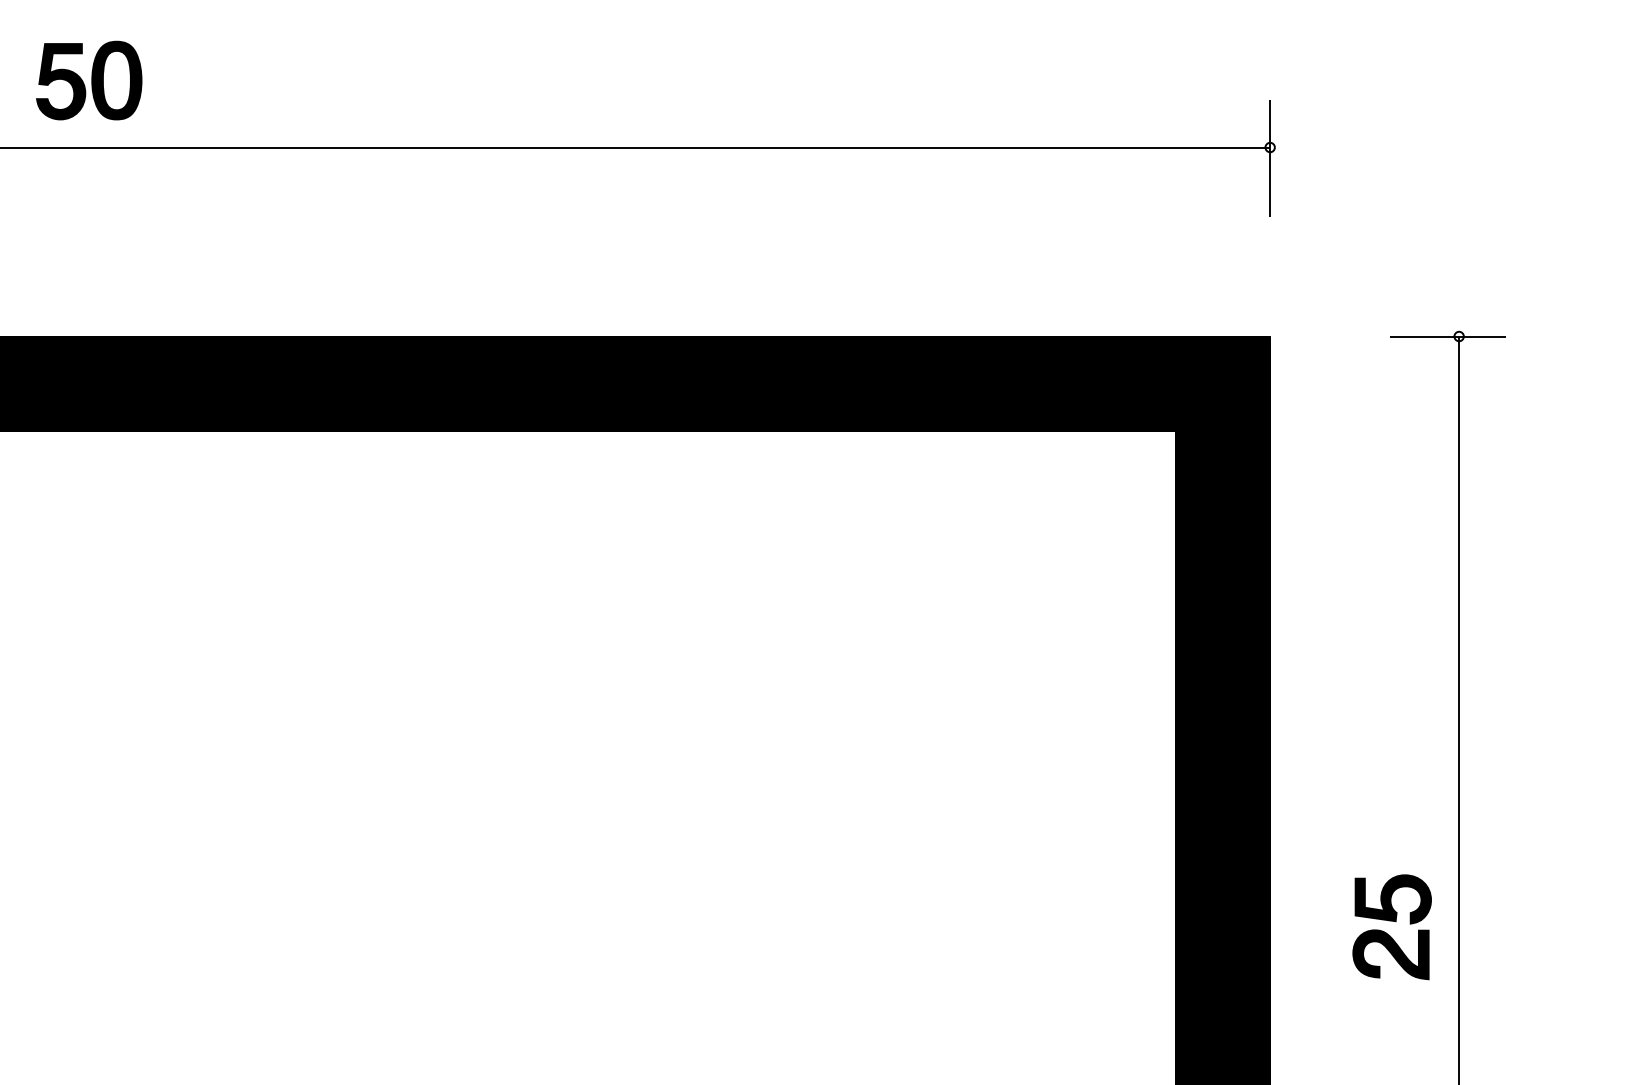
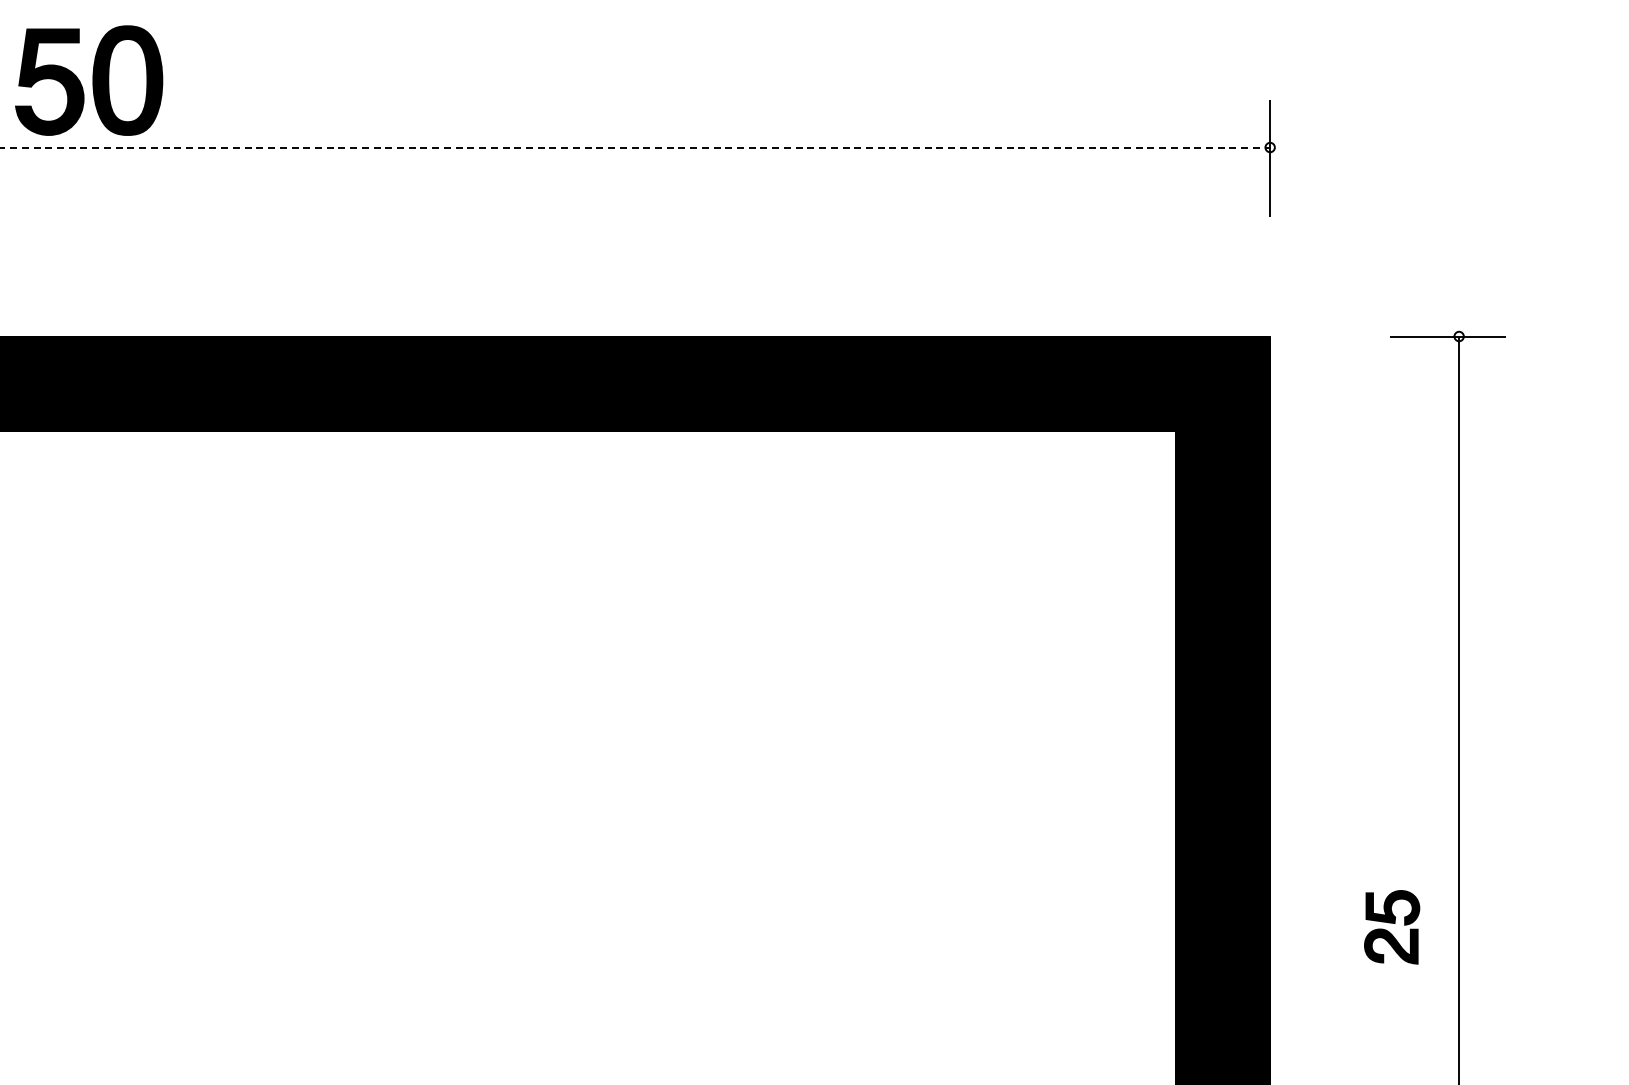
part at (89, 80) size: 107x81 px -> 149x111 px
line at (635, 147): solid -> dashed
part at (1391, 927) size: 80x107 px -> 57x75 px
